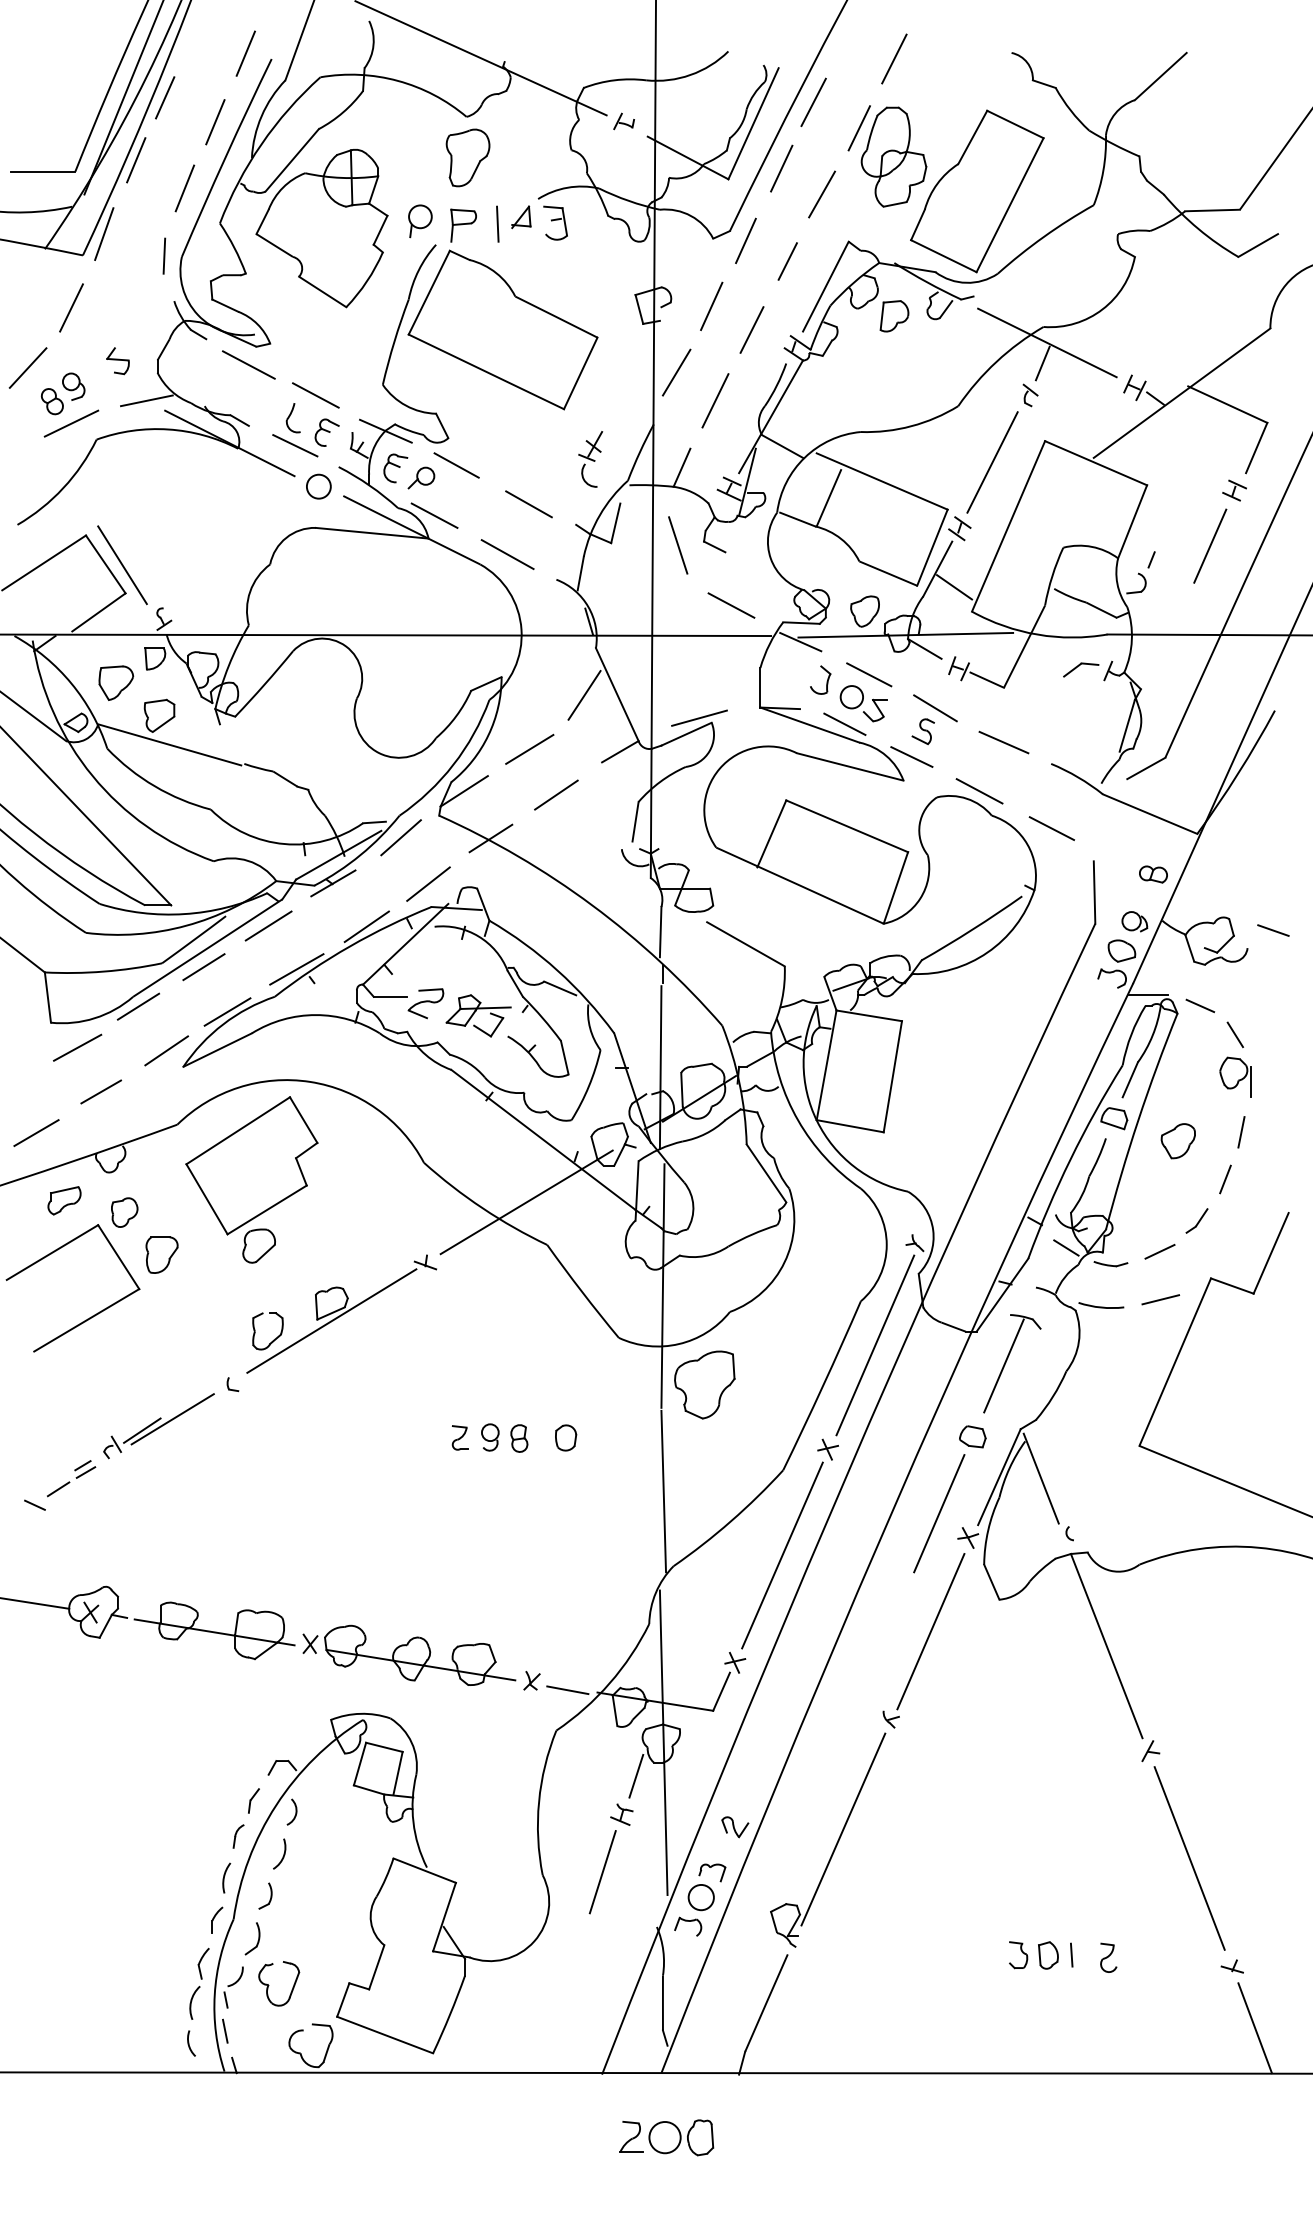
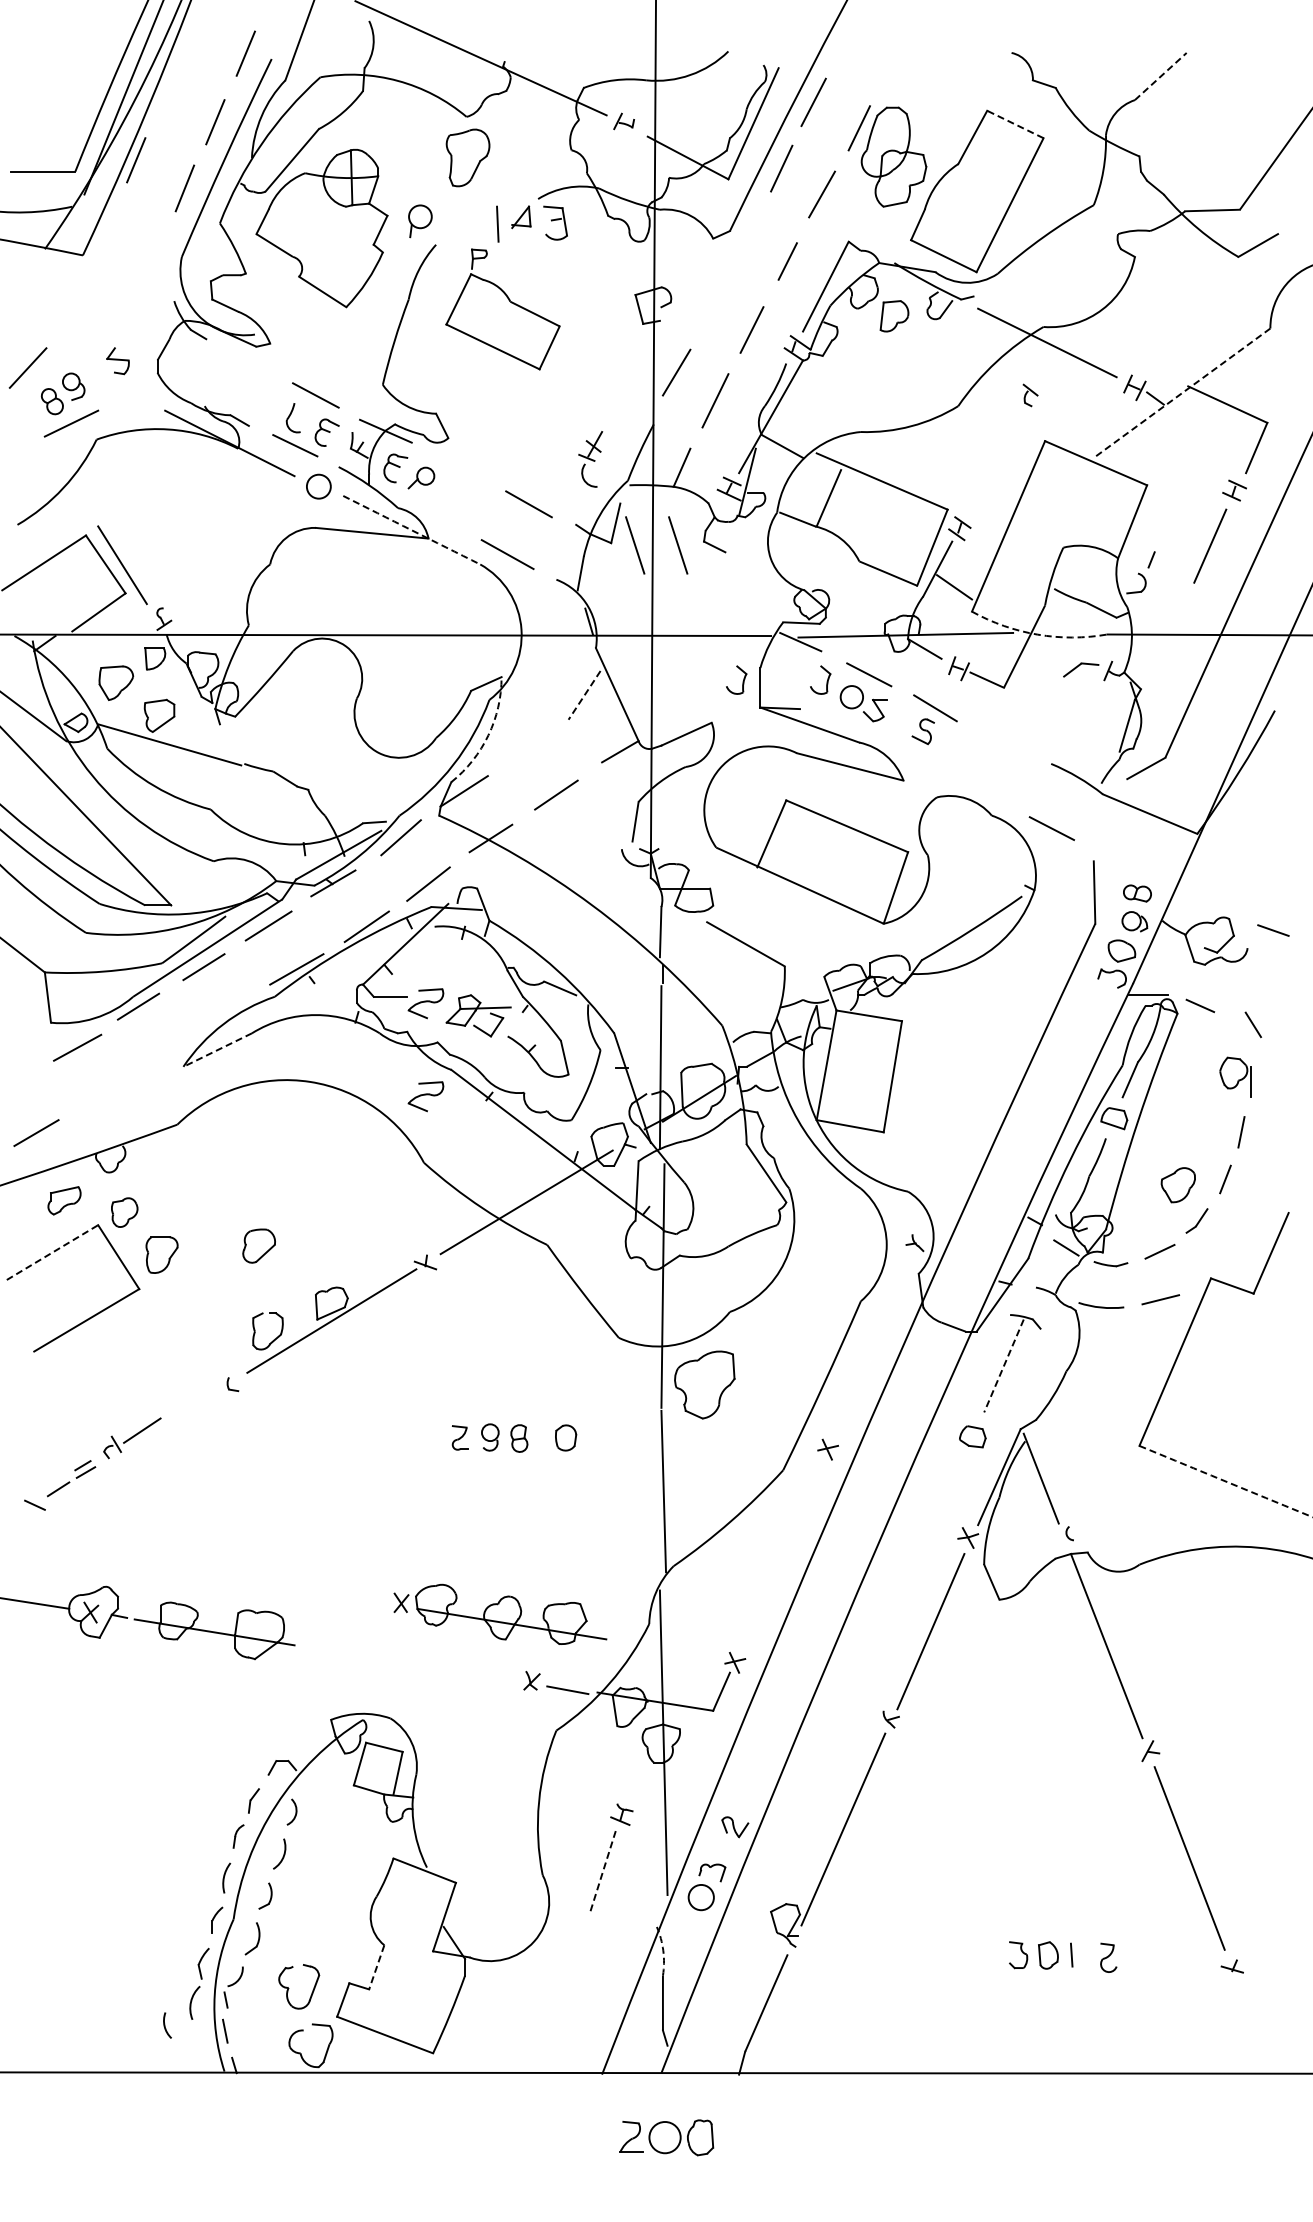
line at (894, 58): present -> none
line at (1161, 76): solid -> dashed
line at (165, 97): present -> none
line at (1014, 124): solid -> dashed
line at (104, 233): present -> none
line at (745, 240): present -> none
line at (164, 255): present -> none
line at (711, 306): present -> none
line at (71, 307): present -> none
part at (502, 309) size: 192x203 px -> 116x123 px
line at (1042, 363): present -> none
line at (248, 364): present -> none
line at (1181, 393): solid -> dashed
line at (146, 400): present -> none
line at (992, 462): present -> none
line at (456, 465): present -> none
line at (434, 515): present -> none
arc at (411, 530): solid -> dashed
line at (635, 545): none -> present
line at (731, 605): present -> none
part at (864, 611): present -> none
arc at (1037, 634): solid -> dashed
part at (742, 681): none -> present
line at (584, 695): solid -> dashed
line at (699, 717): present -> none
line at (844, 723): present -> none
arc at (488, 735): solid -> dashed
line at (1003, 742): present -> none
line at (529, 748): present -> none
line at (911, 756): present -> none
line at (979, 791): present -> none
part at (1153, 874) position: (1153, 874) -> (1137, 893)
line at (227, 1011): present -> none
line at (1234, 1034) position: (1234, 1034) -> (1252, 1024)
line at (166, 1050): present -> none
line at (217, 1050): solid -> dashed
line at (101, 1091): present -> none
part at (425, 1096): none -> present
part at (1177, 1141) position: (1177, 1141) -> (1177, 1185)
part at (251, 1165): present -> none
line at (52, 1252): solid -> dashed
line at (875, 1345): present -> none
line at (1003, 1366): solid -> dashed
line at (172, 1419): present -> none
arc at (1226, 1481): solid -> dashed
line at (939, 1513): present -> none
line at (782, 1555): present -> none
part at (409, 1654) position: (409, 1654) -> (500, 1613)
line at (636, 1775): present -> none
line at (602, 1872): solid -> dashed
part at (688, 1926): present -> none
arc at (663, 1950): solid -> dashed
line at (376, 1967): solid -> dashed
part at (269, 1985) position: (269, 1985) -> (289, 1988)
line at (1254, 2028): present -> none
arc at (189, 2043) position: (189, 2043) -> (165, 2025)
